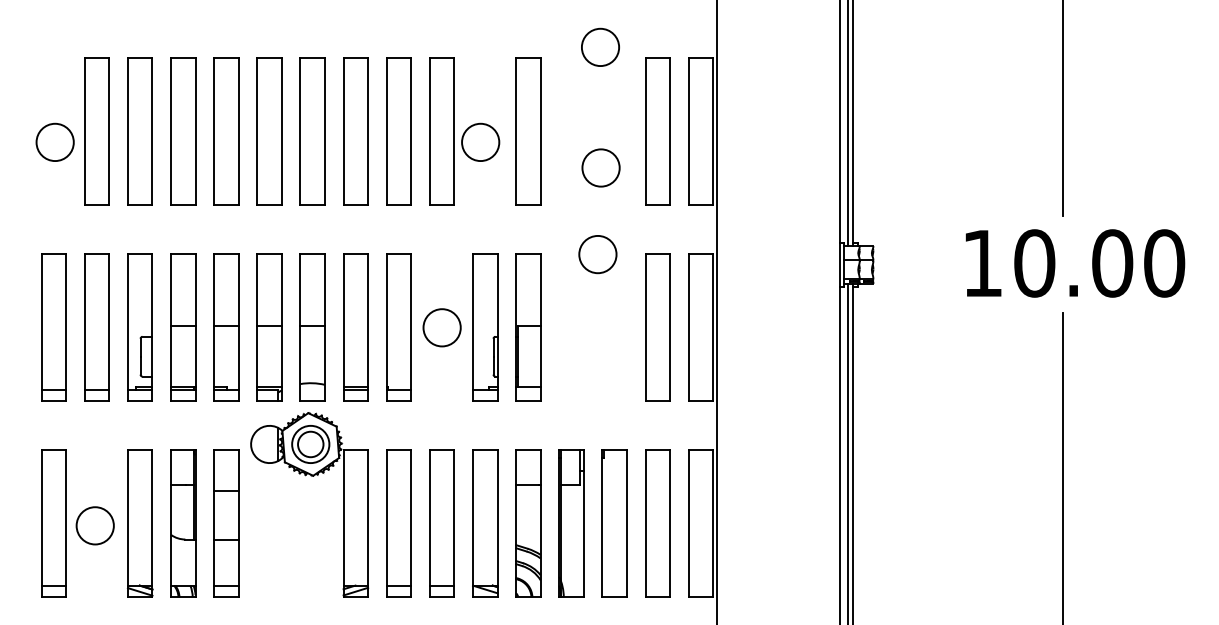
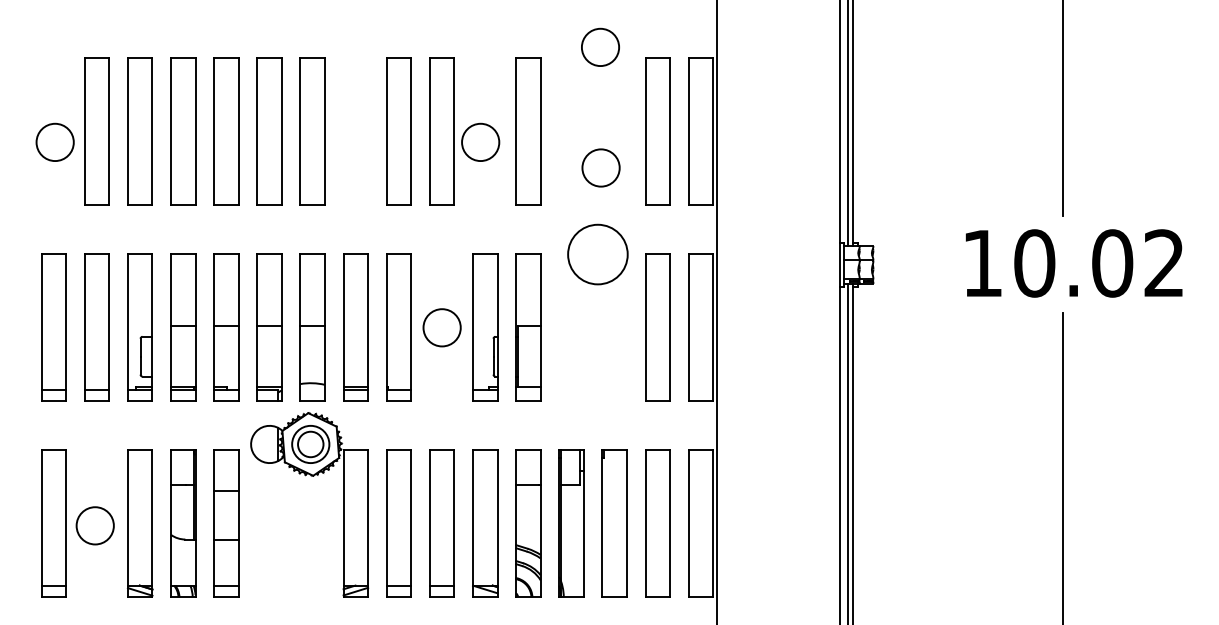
part at (355, 131): present -> none
circle at (597, 254) diameter: 37 px -> 60 px
text at (1164, 263): 10.00 -> 10.02
